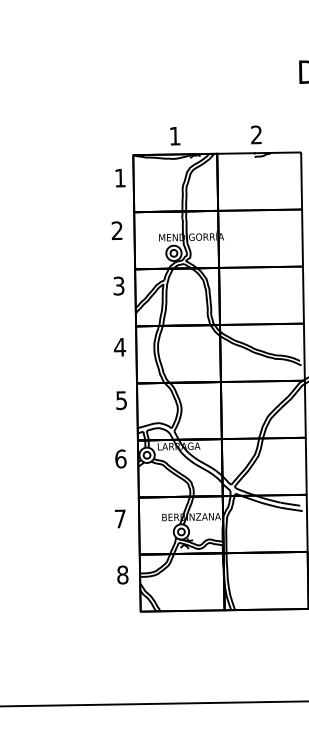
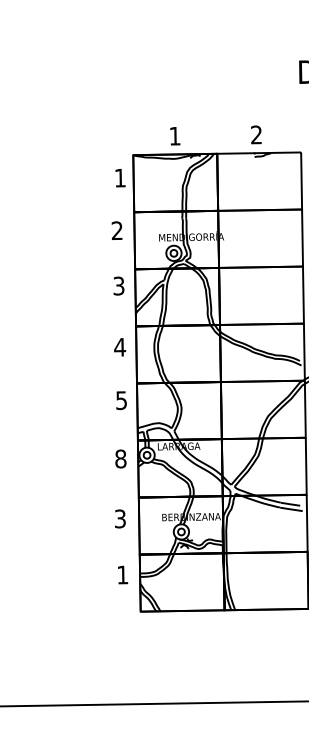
text at (120, 458): 6 -> 8
text at (120, 518): 7 -> 3
text at (122, 574): 8 -> 1
